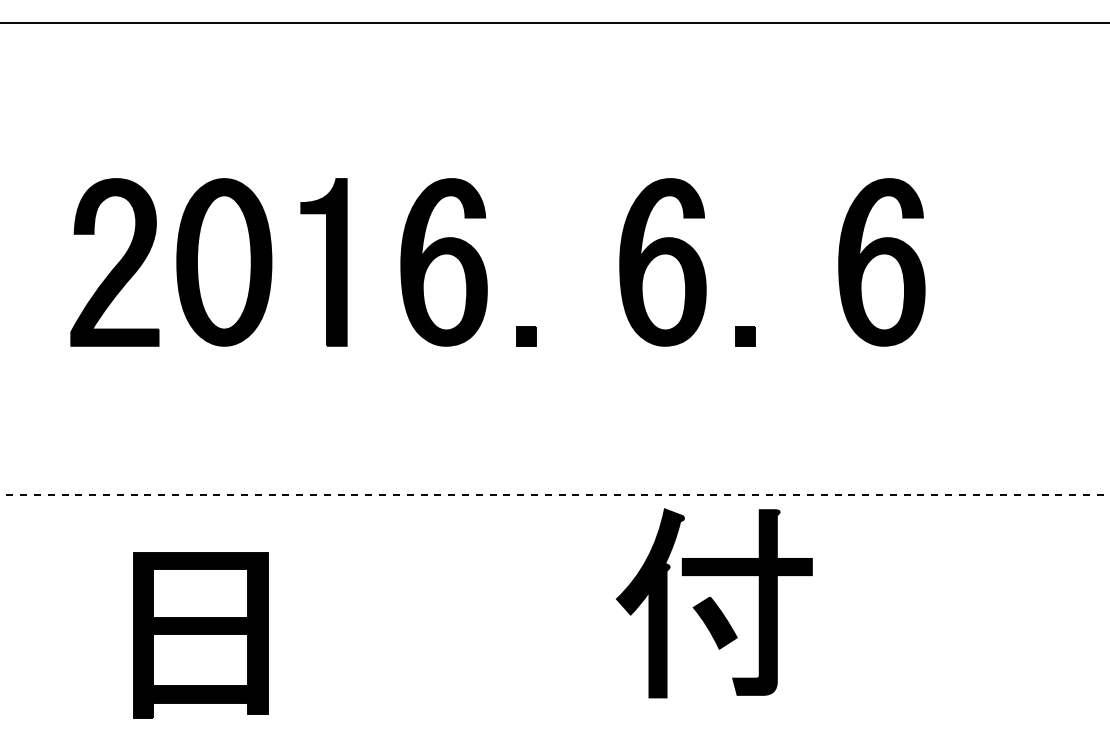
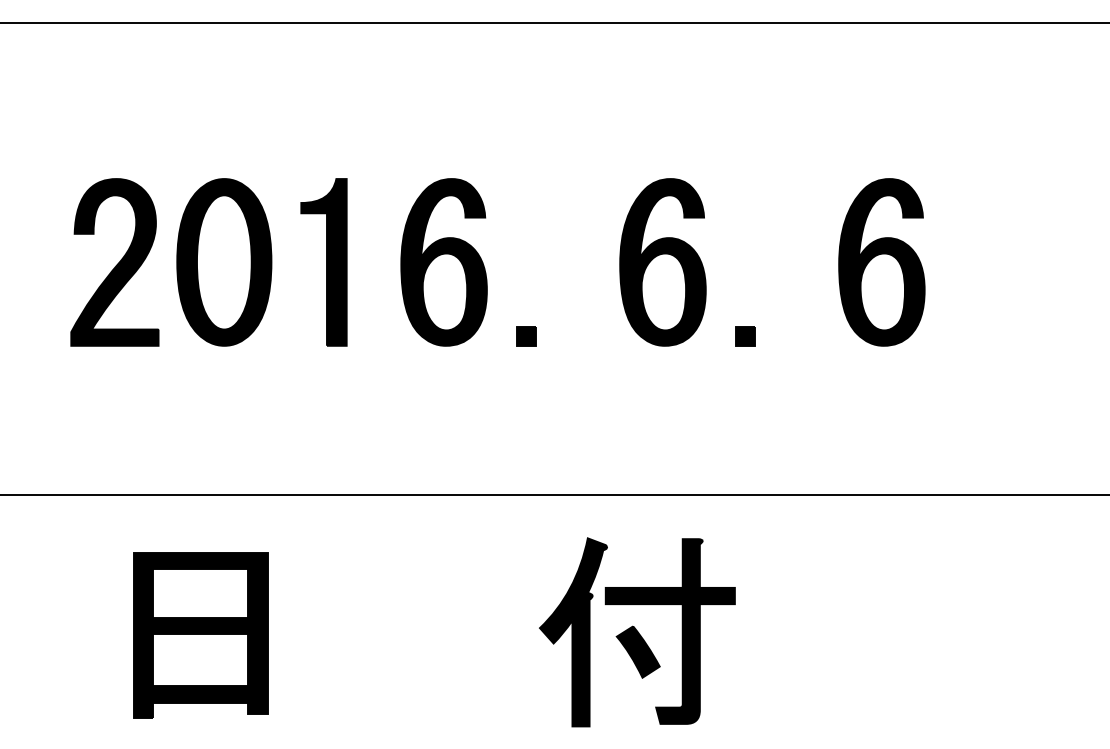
line at (554, 494): dashed -> solid
part at (714, 603) position: (714, 603) -> (637, 632)
